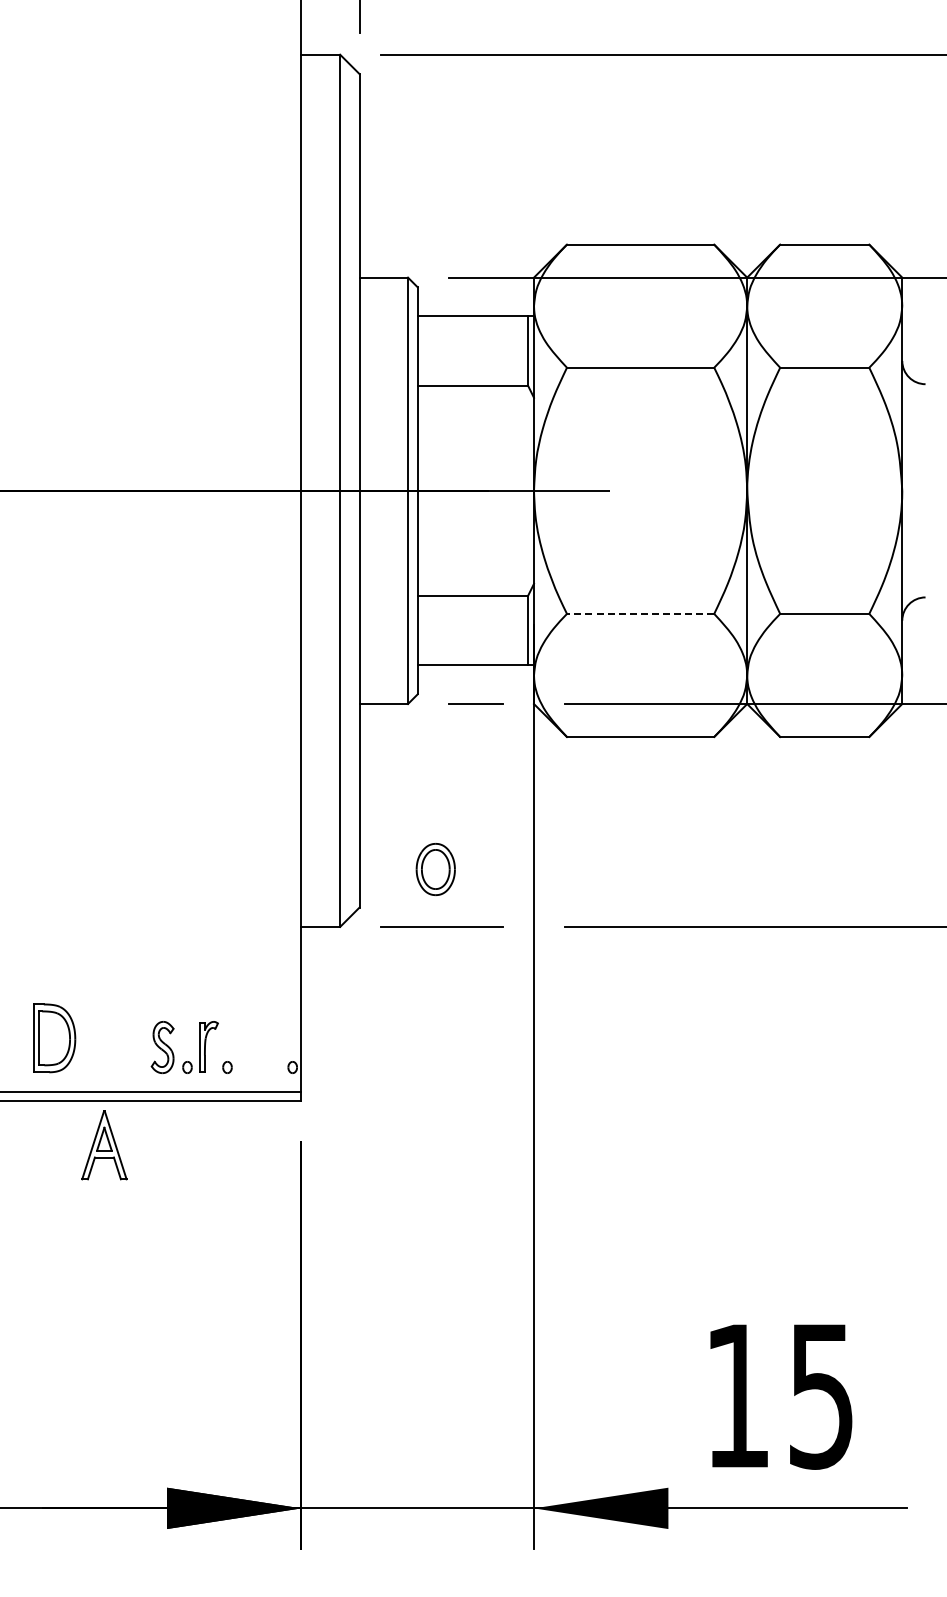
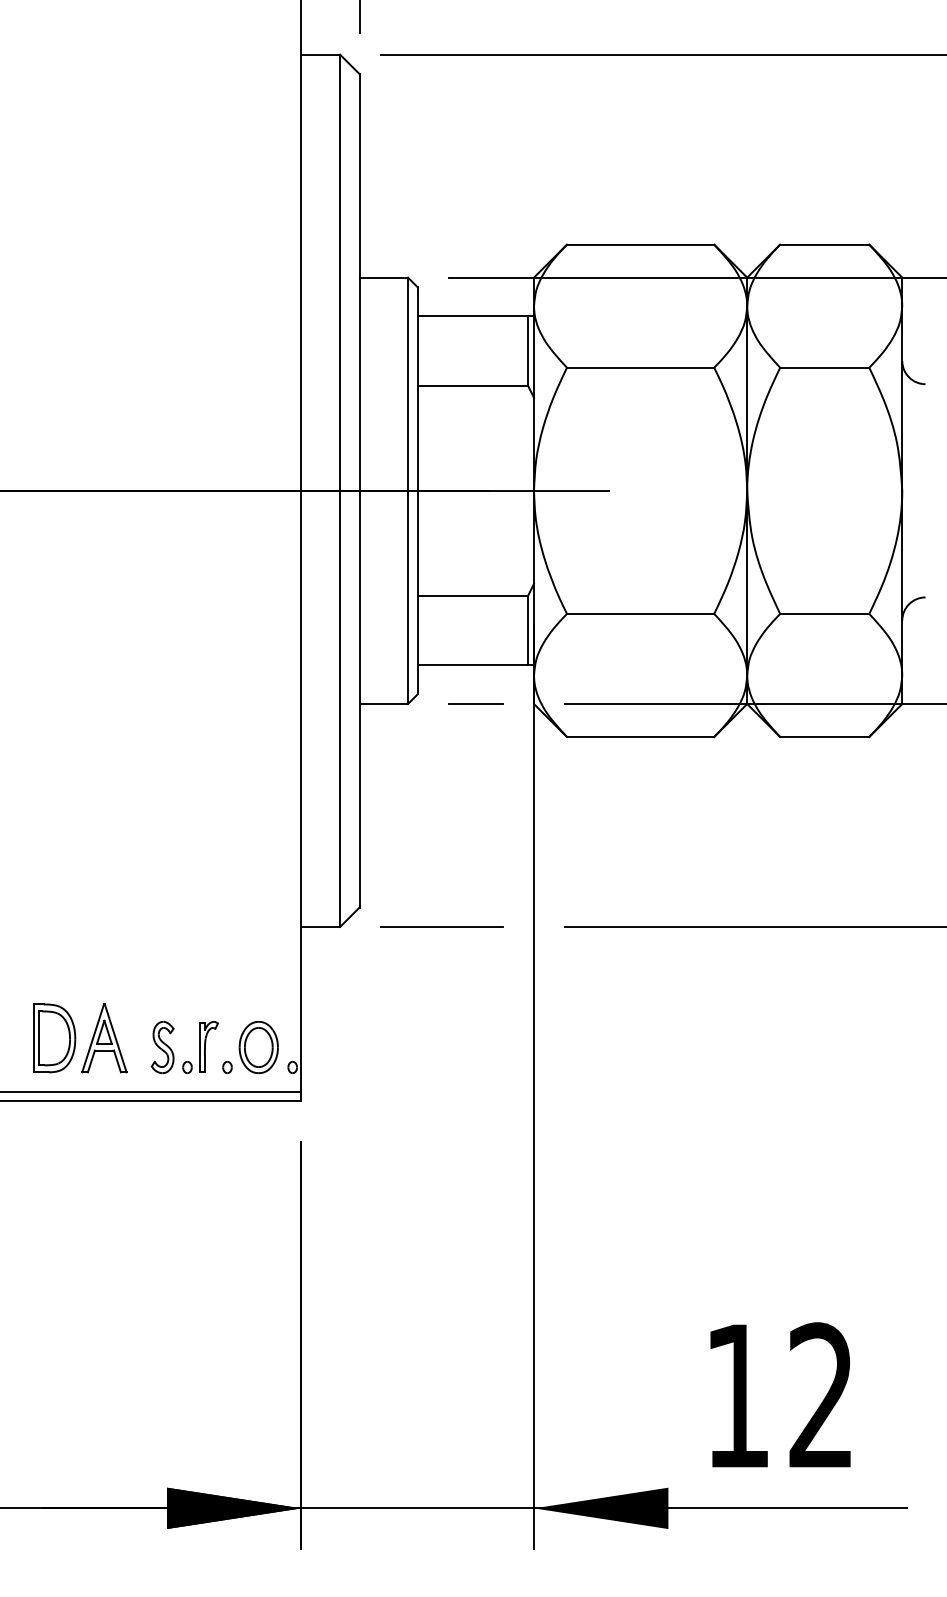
line at (640, 613): dashed -> solid
part at (435, 869) position: (435, 869) -> (258, 1047)
part at (104, 1145) position: (104, 1145) -> (104, 1038)
text at (820, 1395): 15 -> 12
